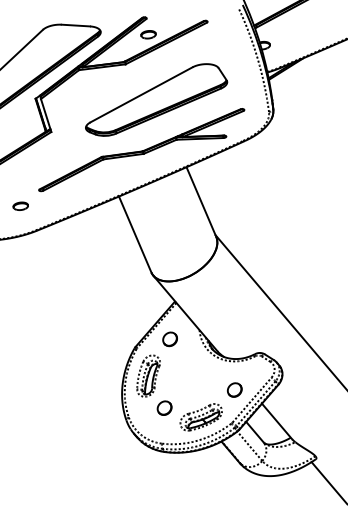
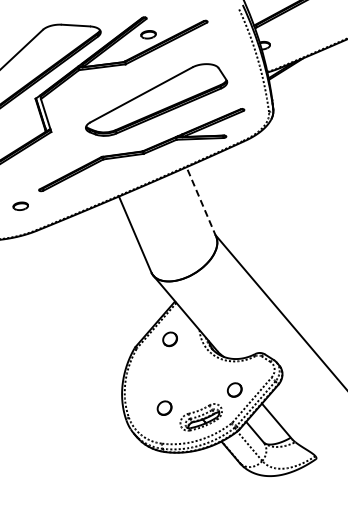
line at (201, 202): solid -> dashed
part at (148, 375): present -> none
line at (327, 481): present -> none
